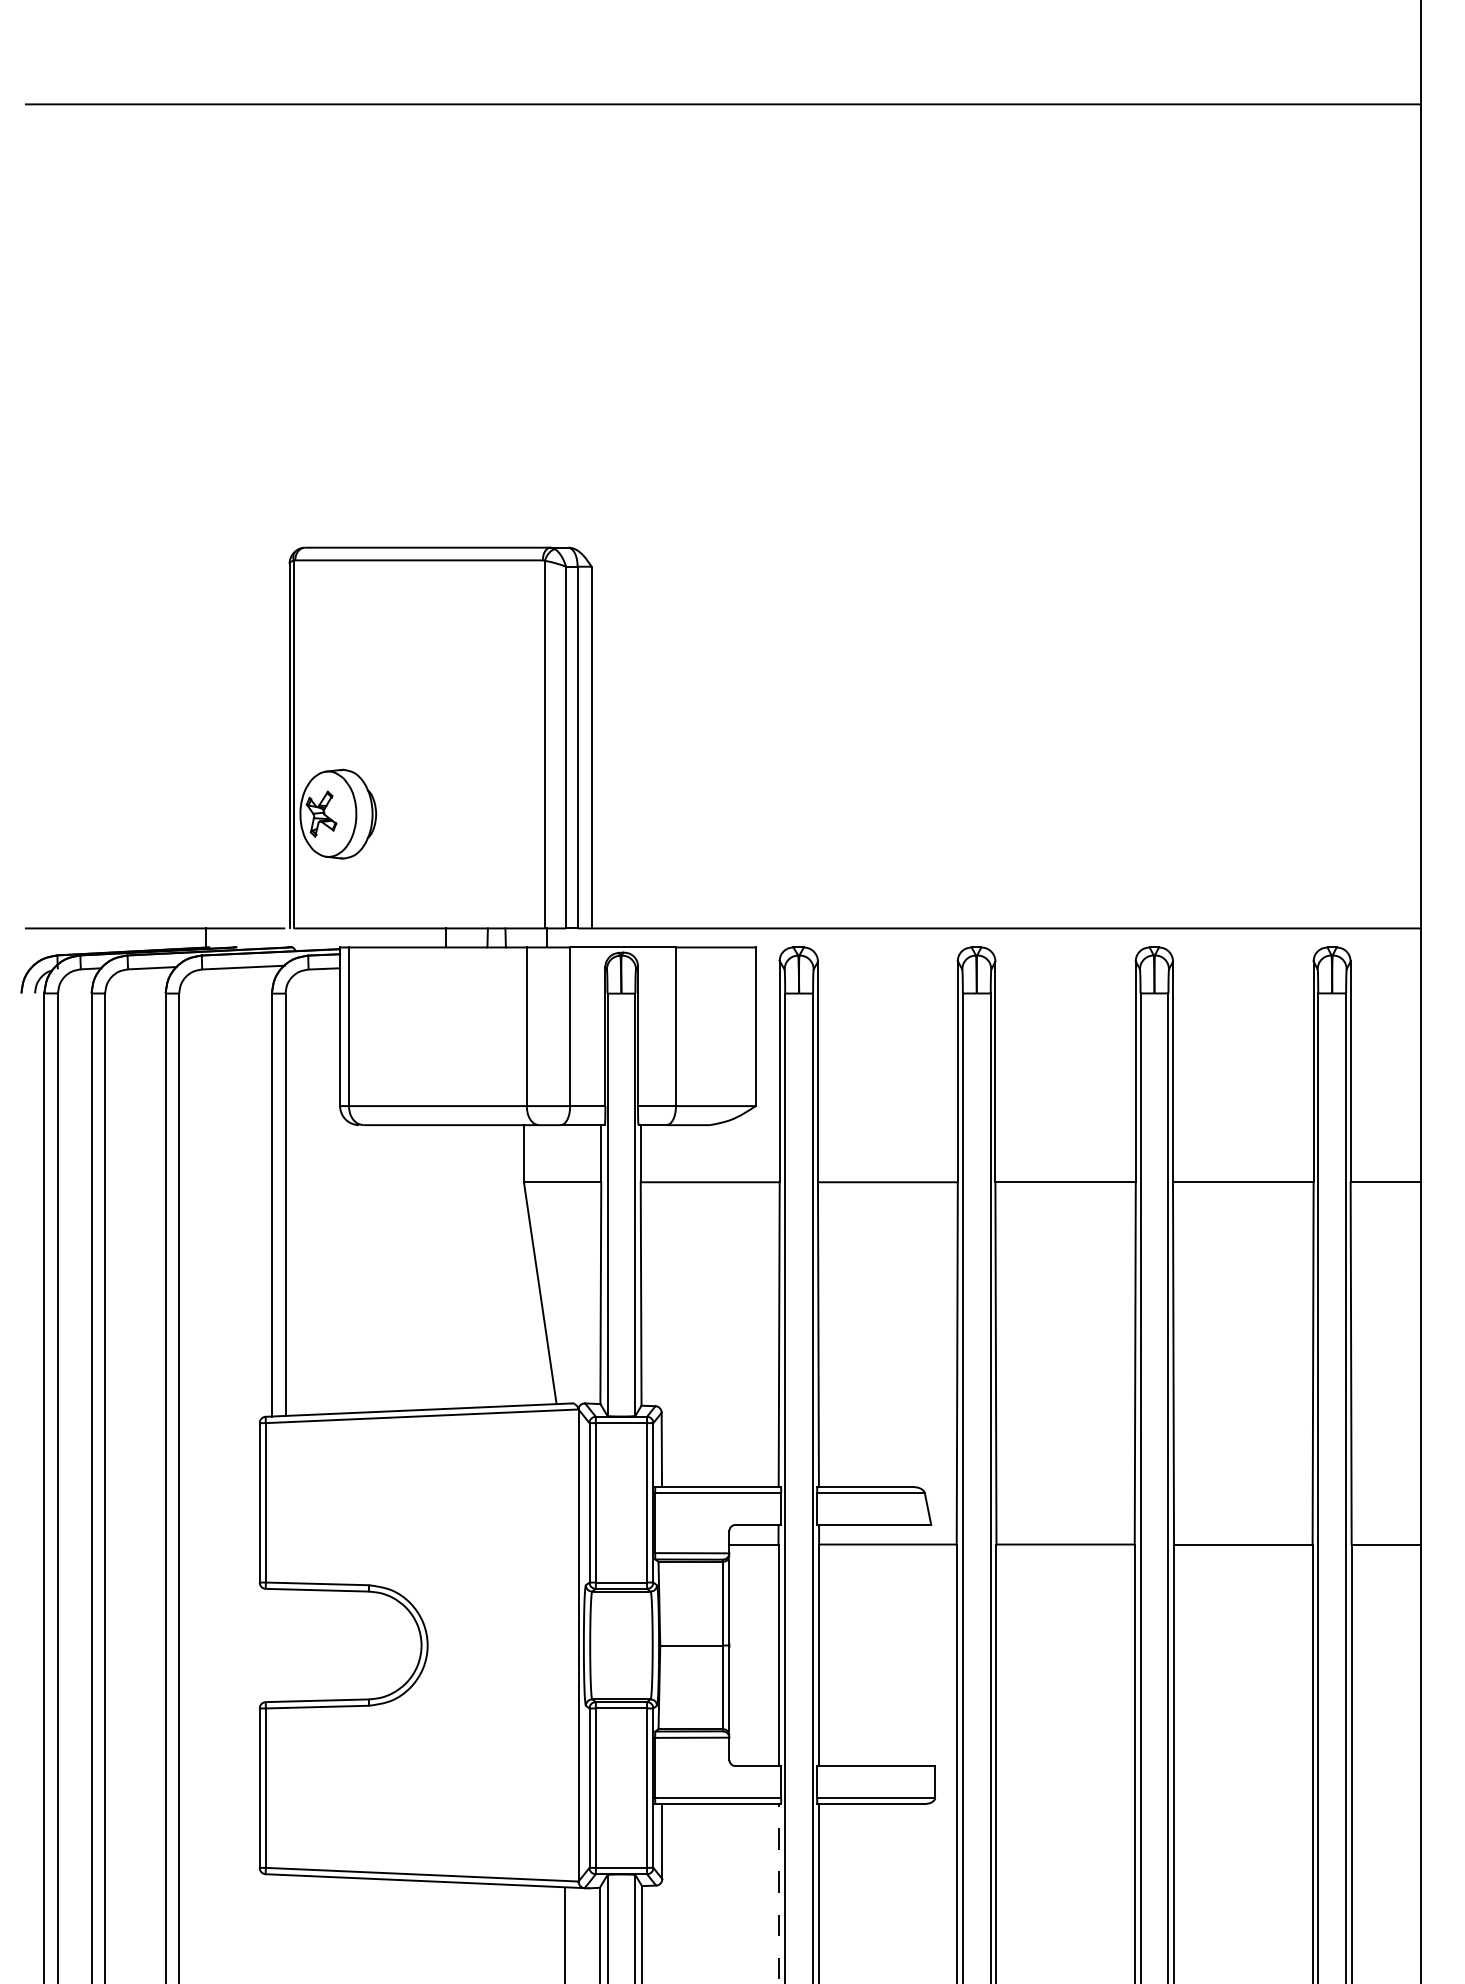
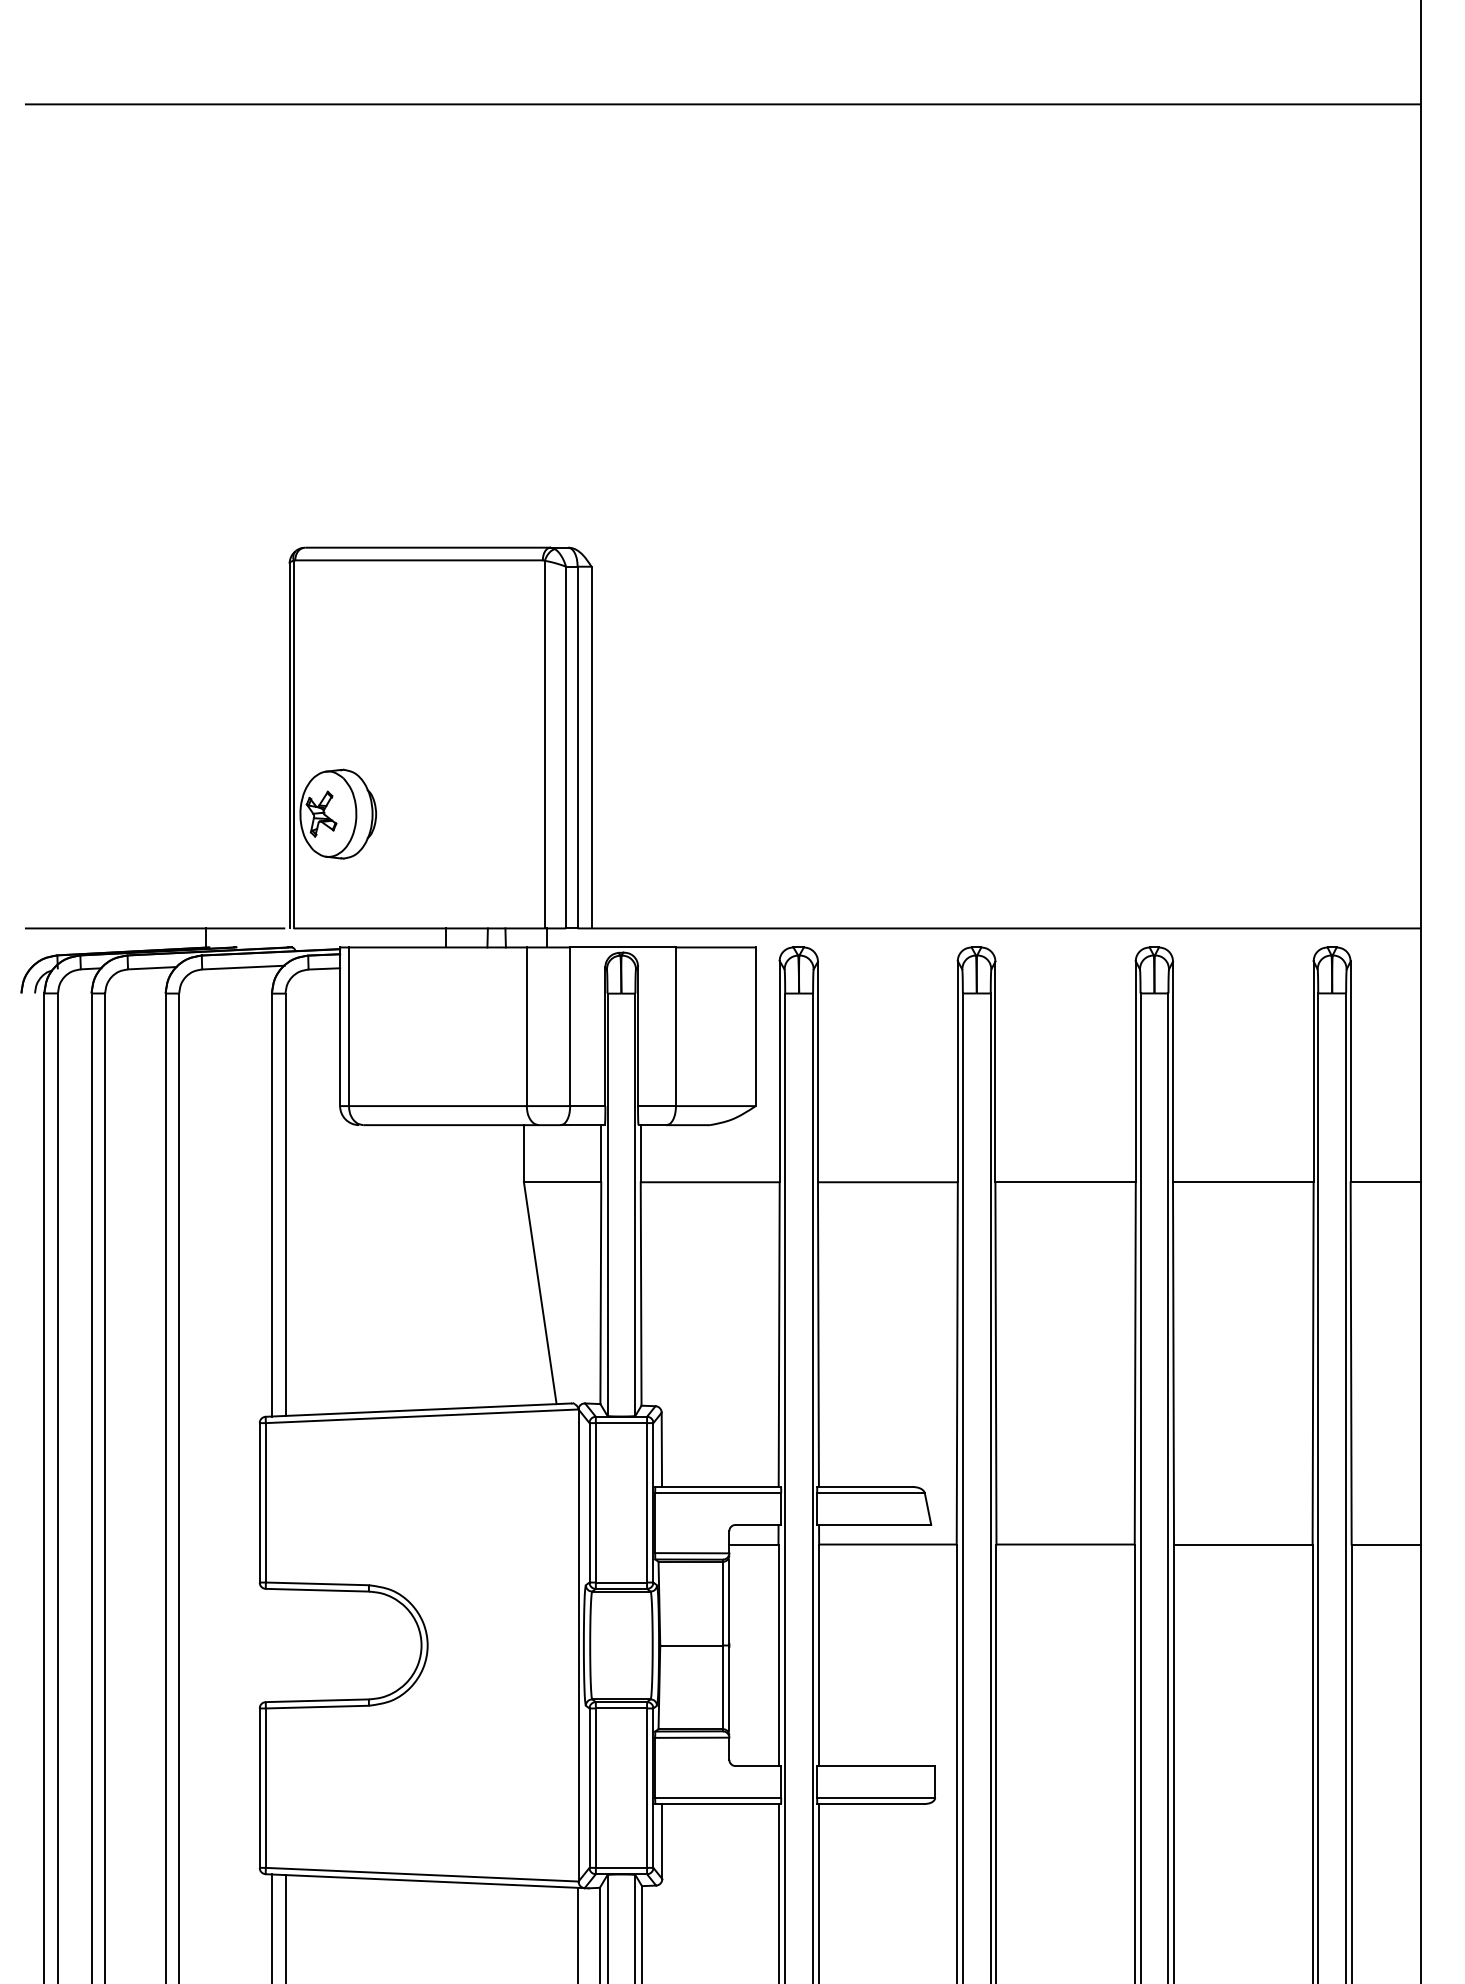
line at (778, 1894): dashed -> solid
line at (271, 1927): none -> present
line at (285, 1927): none -> present
line at (564, 1933) position: (564, 1933) -> (577, 1933)
